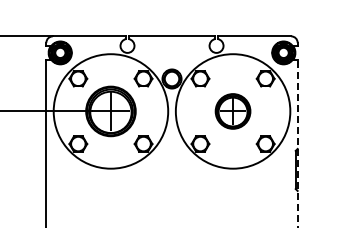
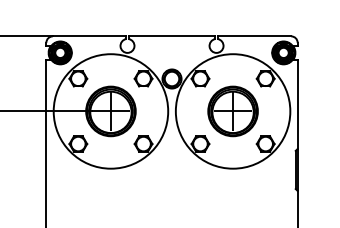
part at (232, 111) size: 38x37 px -> 52x53 px
line at (297, 143): dashed -> solid
